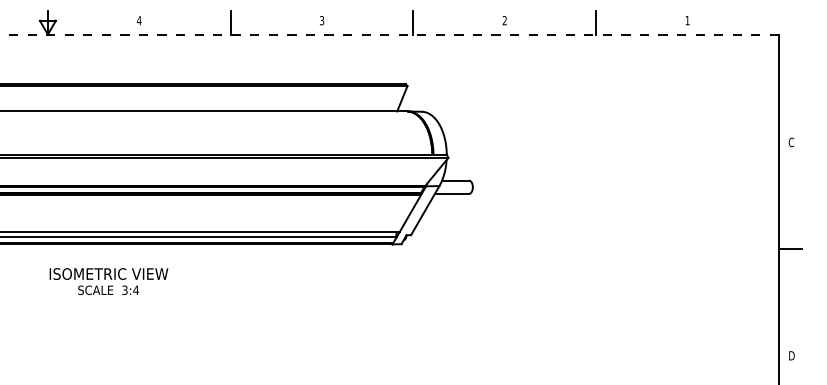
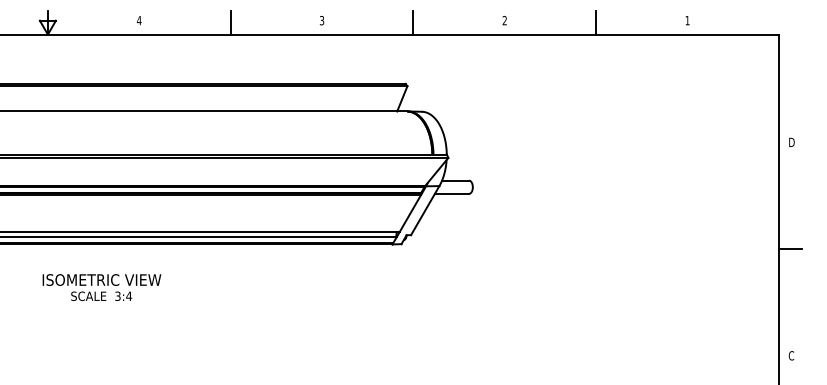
line at (389, 34): dashed -> solid
text at (791, 142): C -> D
text at (108, 281) position: (108, 281) -> (101, 287)
text at (791, 355): D -> C
